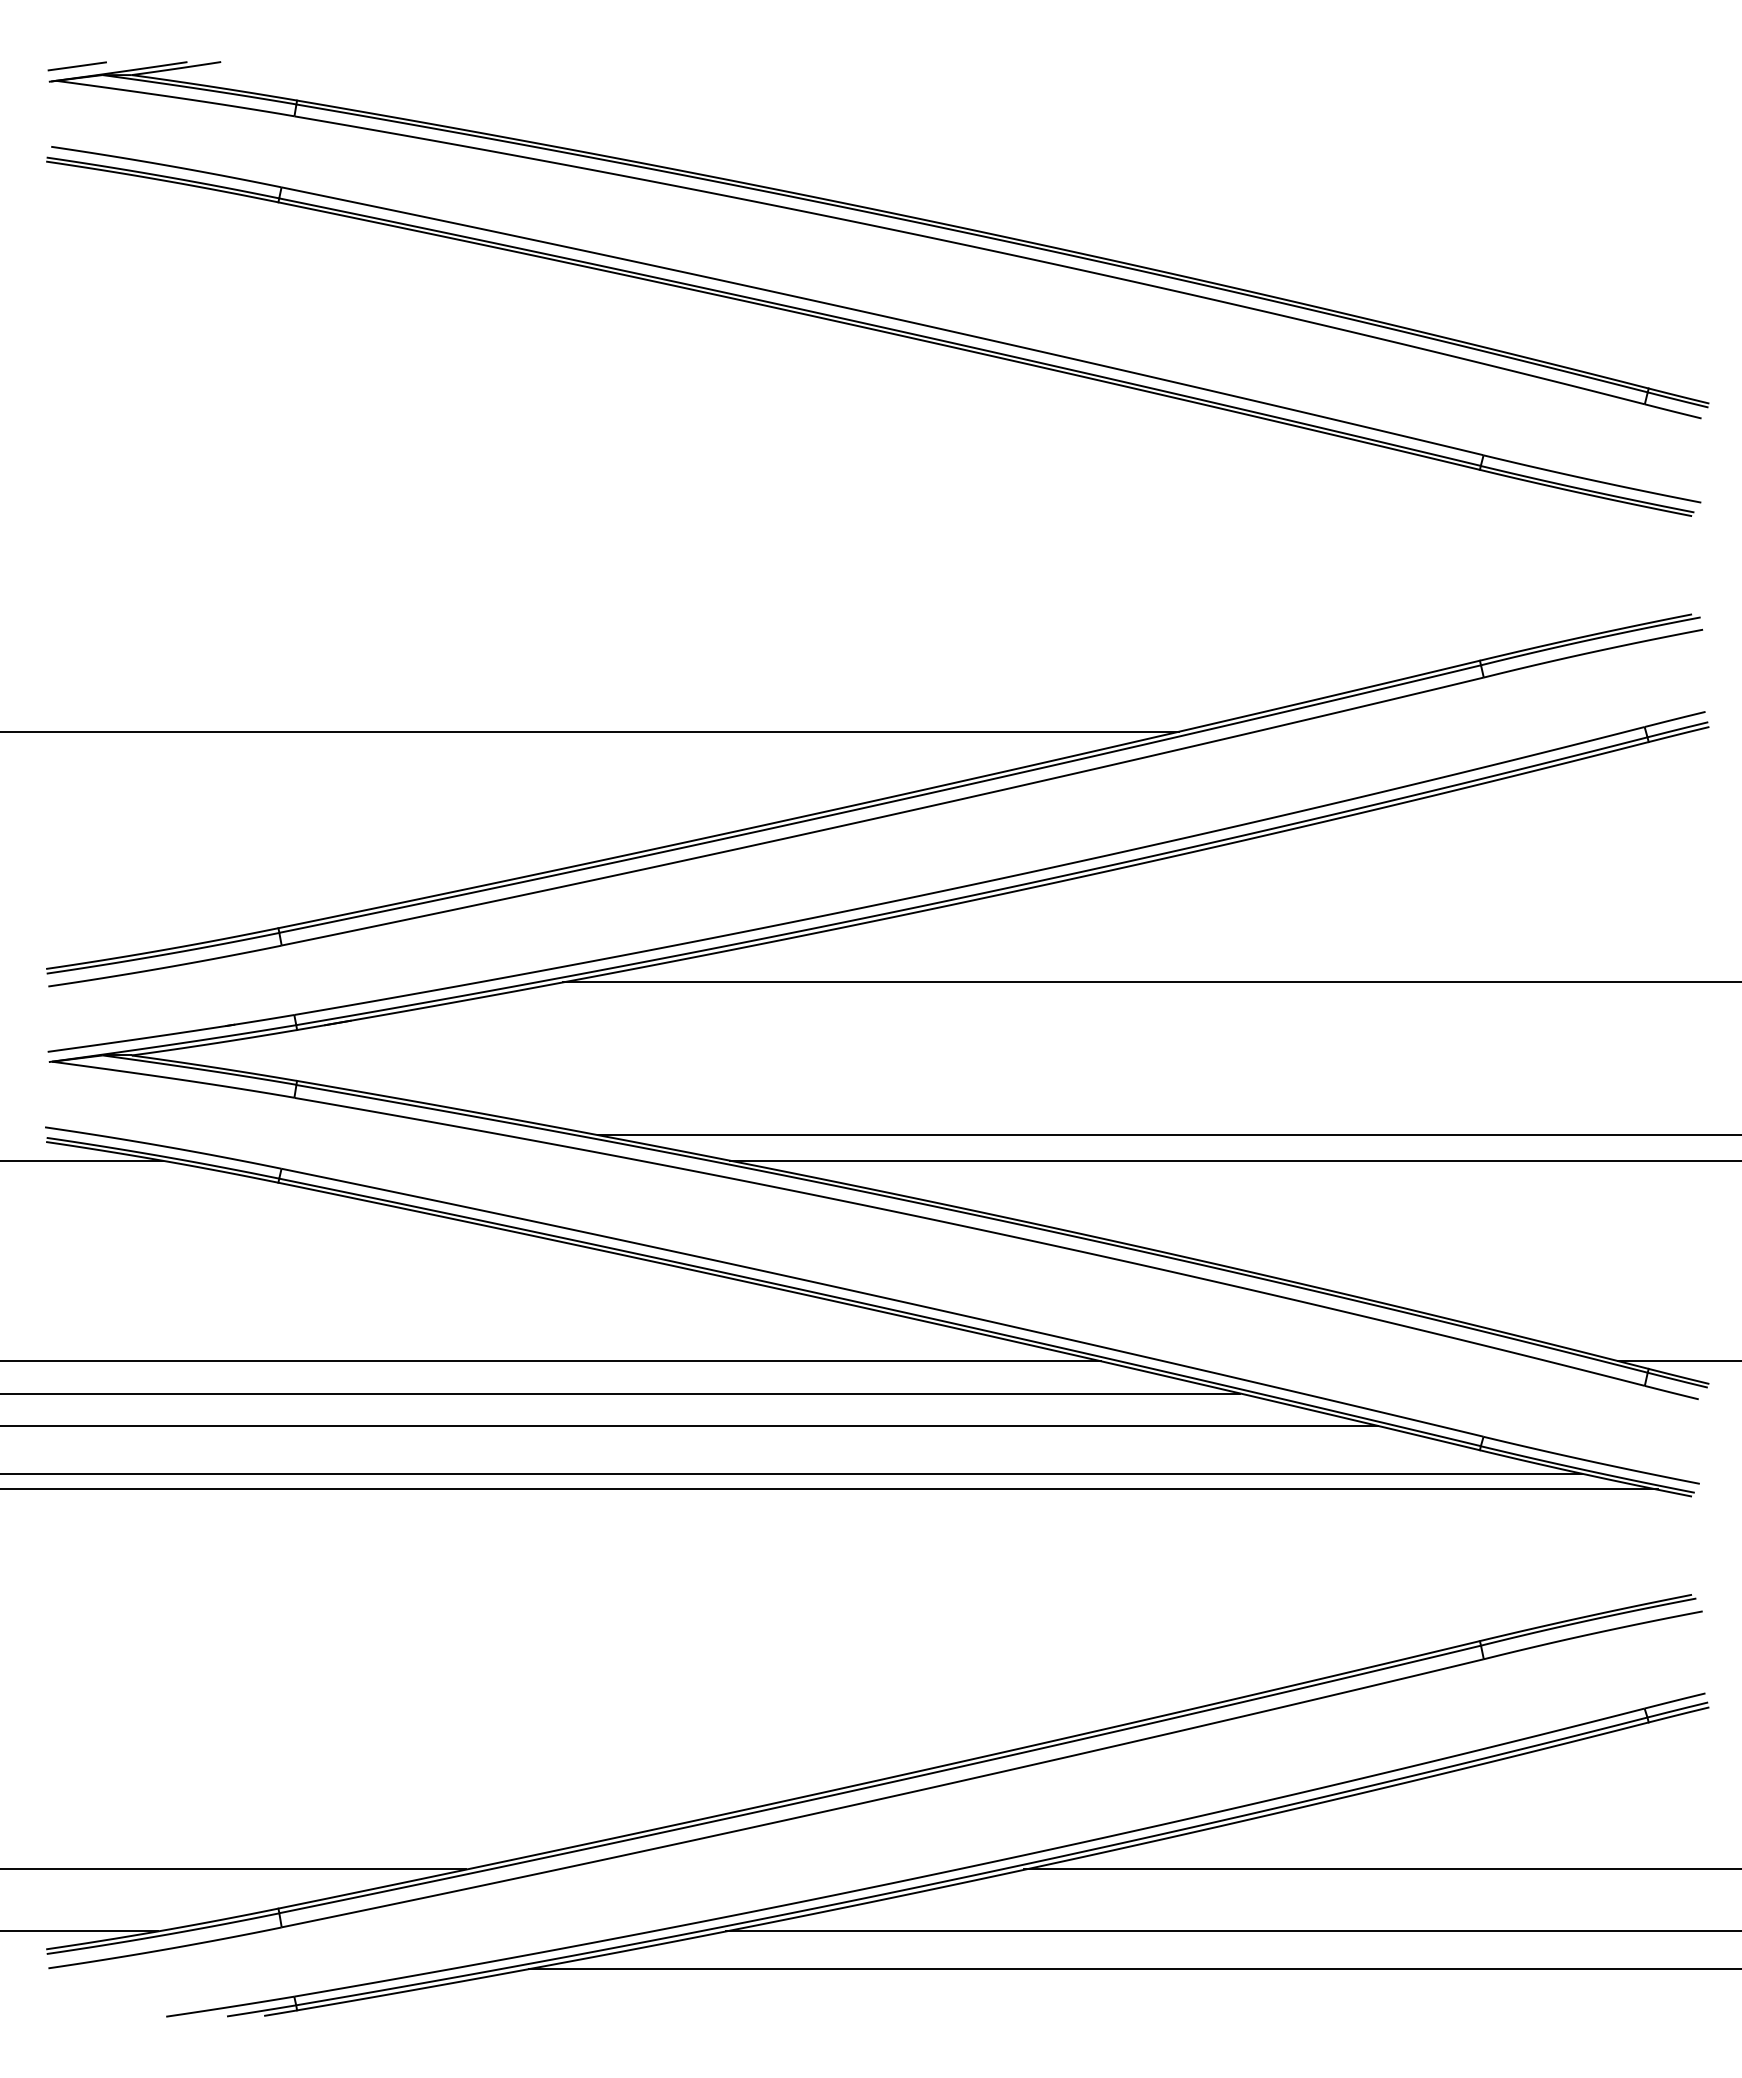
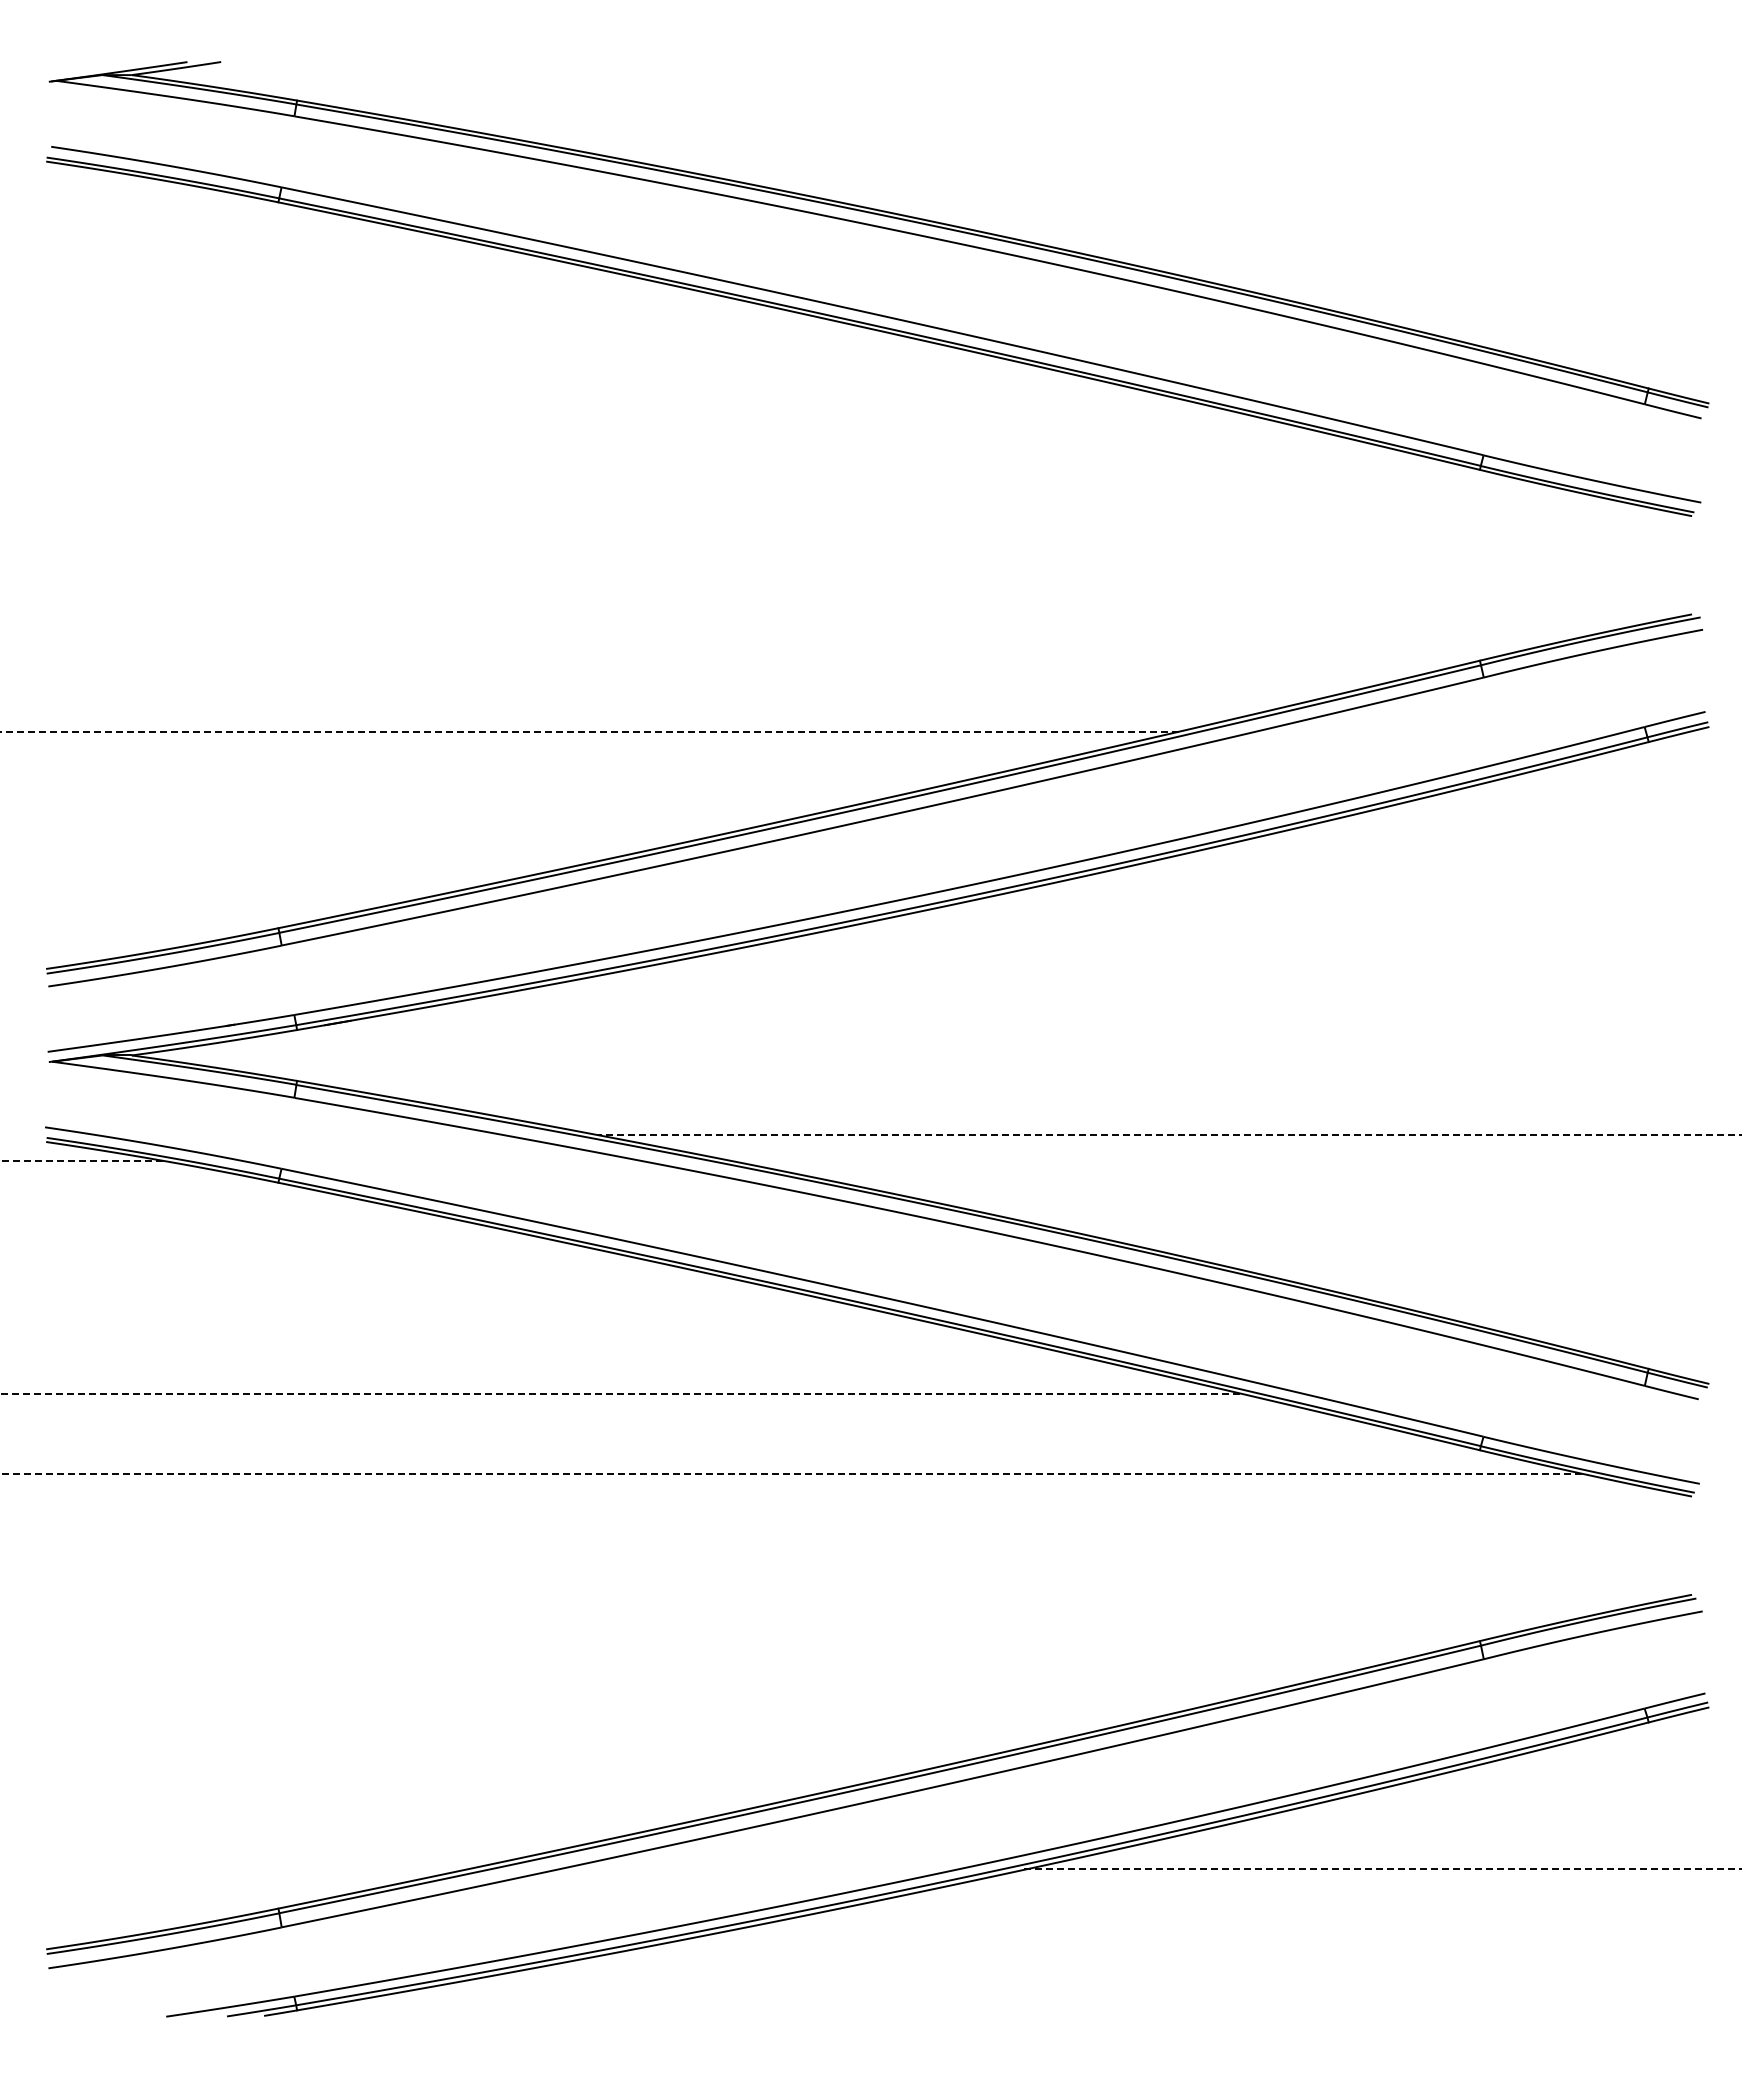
line at (76, 66): present -> none
line at (589, 731): solid -> dashed
line at (1150, 982): present -> none
line at (1169, 1135): solid -> dashed
line at (81, 1160): solid -> dashed
line at (1234, 1160): present -> none
line at (551, 1361): present -> none
line at (1678, 1361): present -> none
line at (620, 1393): solid -> dashed
line at (689, 1426): present -> none
line at (791, 1473): solid -> dashed
line at (830, 1489): present -> none
line at (234, 1869): present -> none
line at (1382, 1869): solid -> dashed
line at (79, 1931): present -> none
line at (1231, 1931): present -> none
line at (1133, 1969): present -> none
